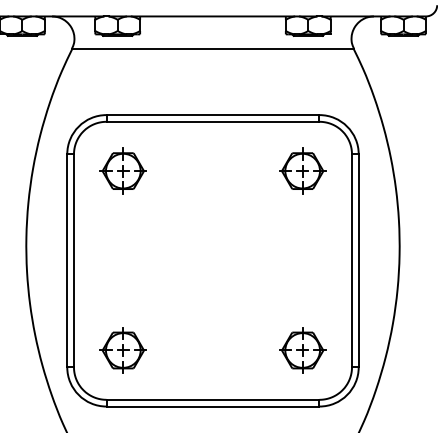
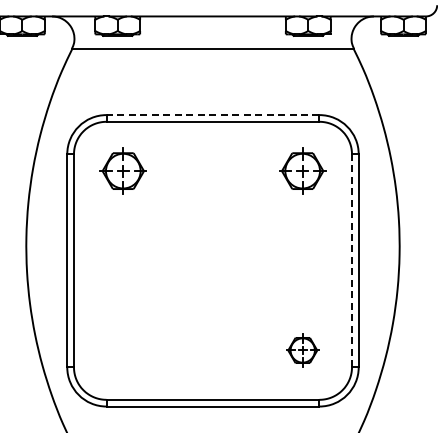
line at (212, 115): solid -> dashed
line at (351, 260): solid -> dashed
part at (122, 350): present -> none
part at (302, 350) size: 48x47 px -> 34x35 px
